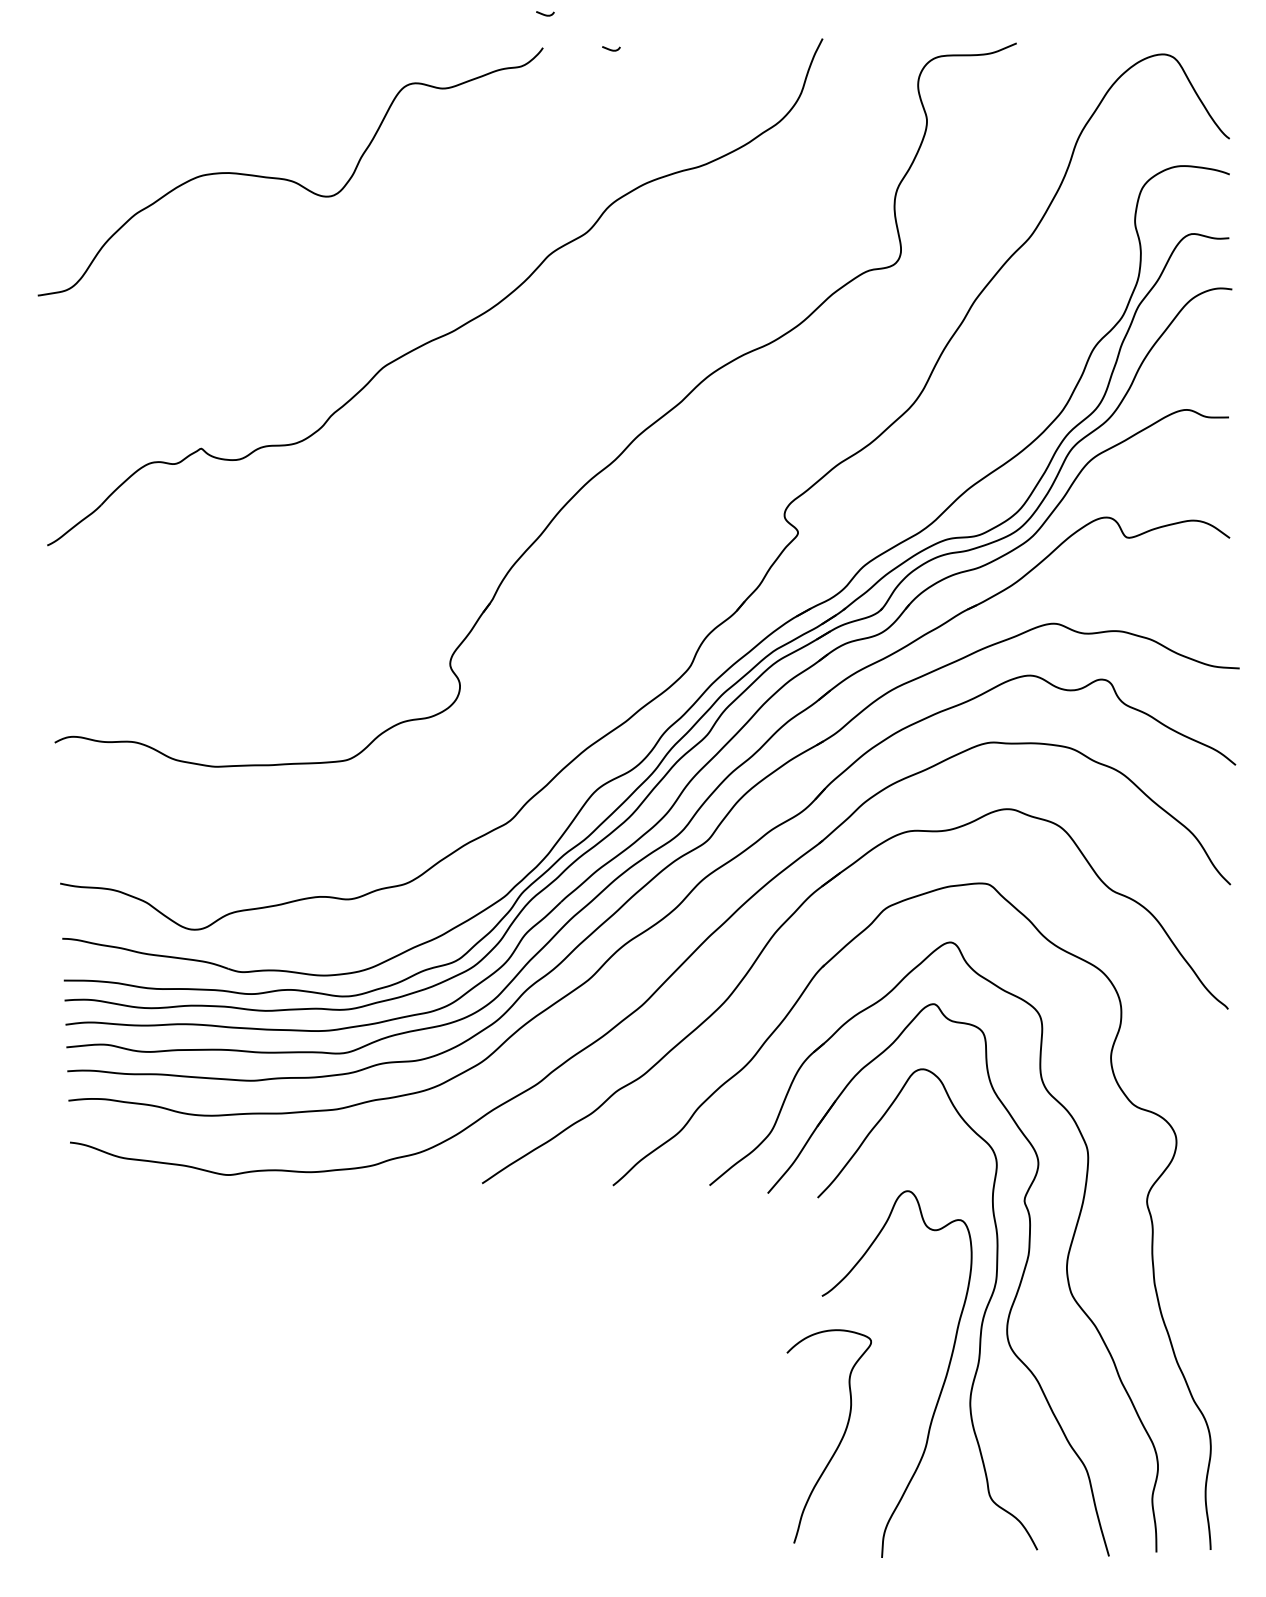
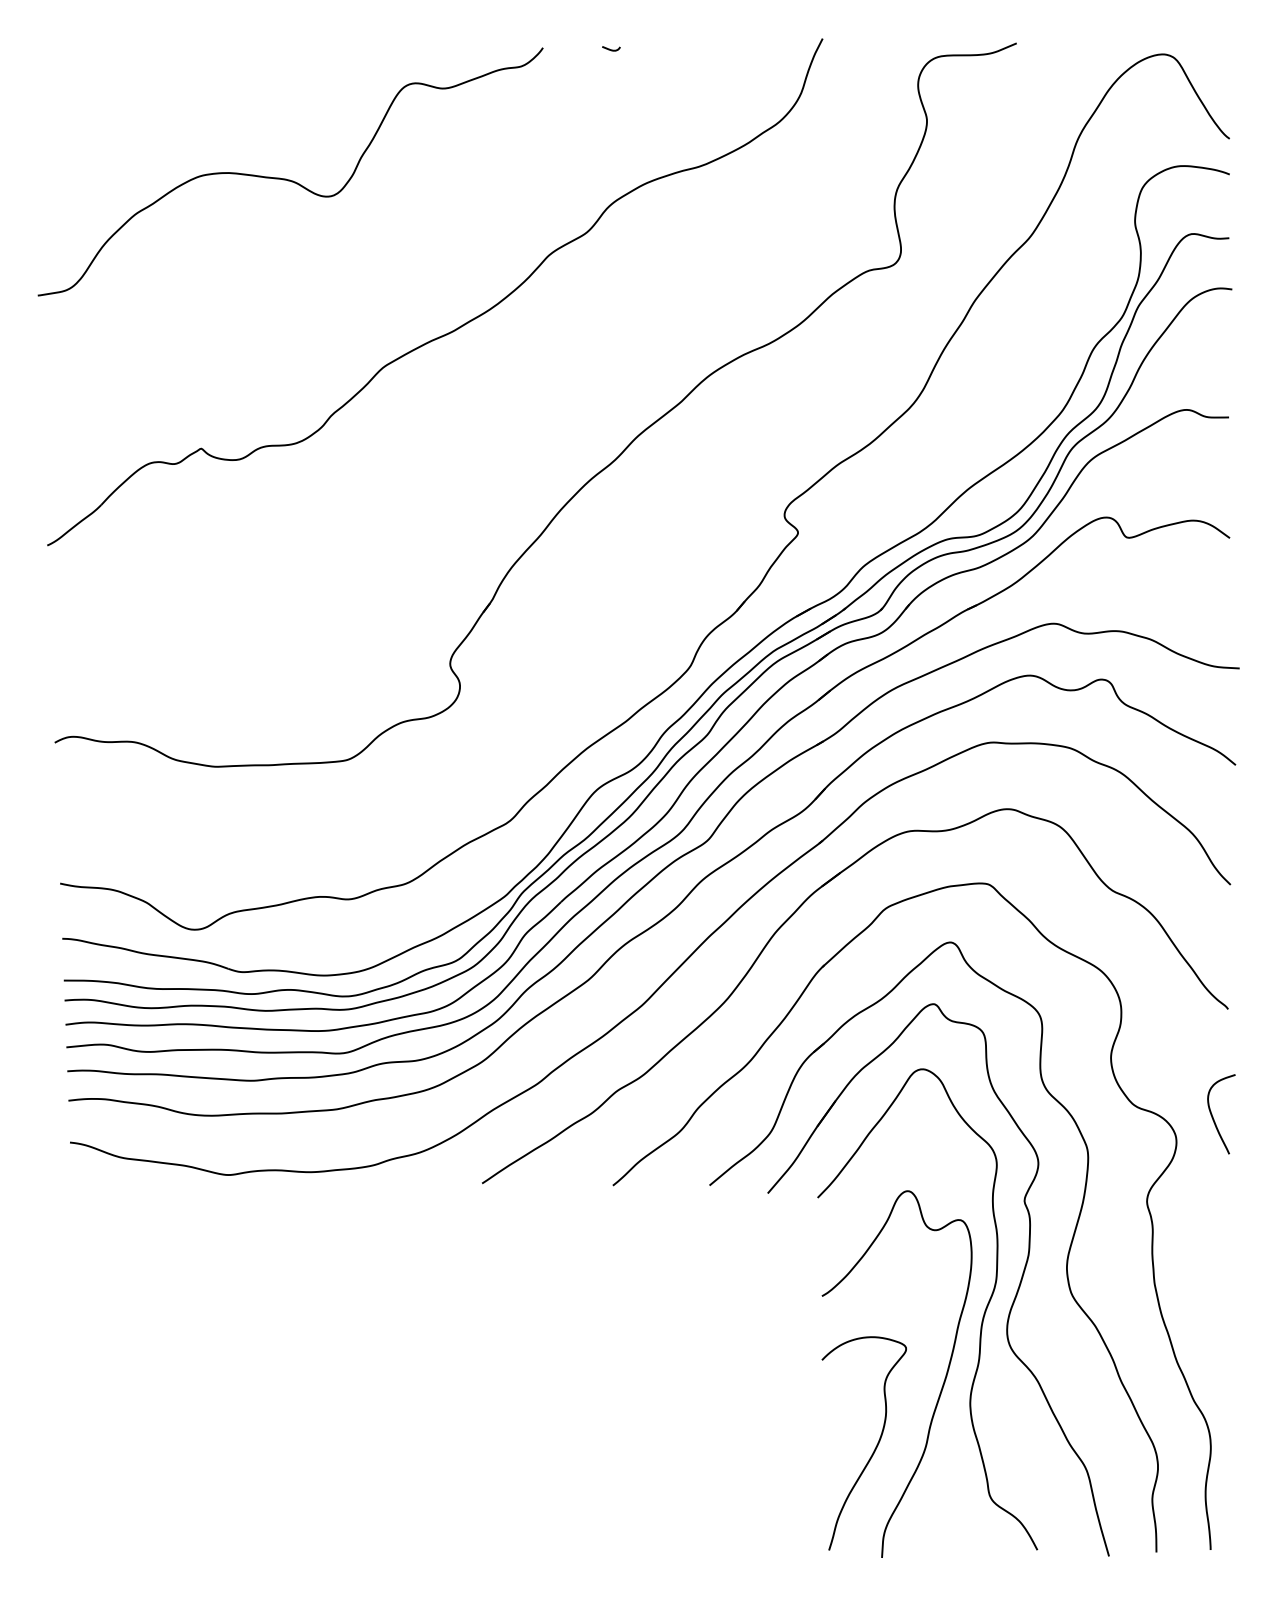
curve at (545, 14): present -> none
curve at (1213, 1116): none -> present
curve at (839, 1441) position: (839, 1441) -> (874, 1448)
